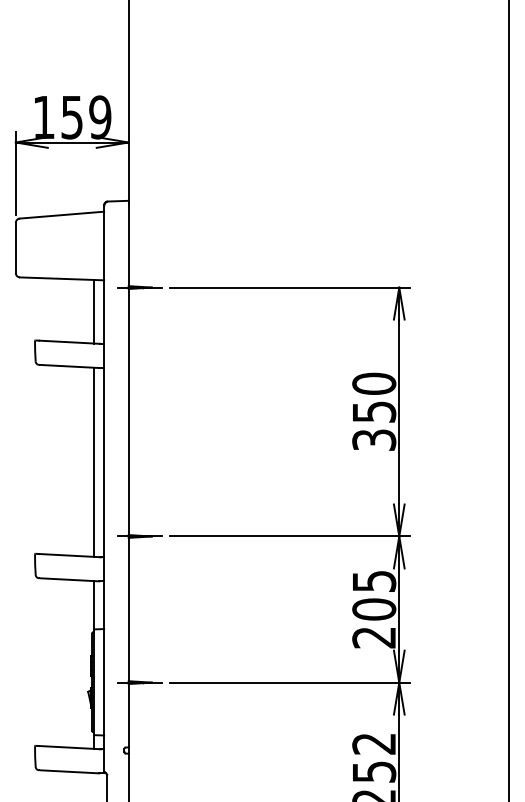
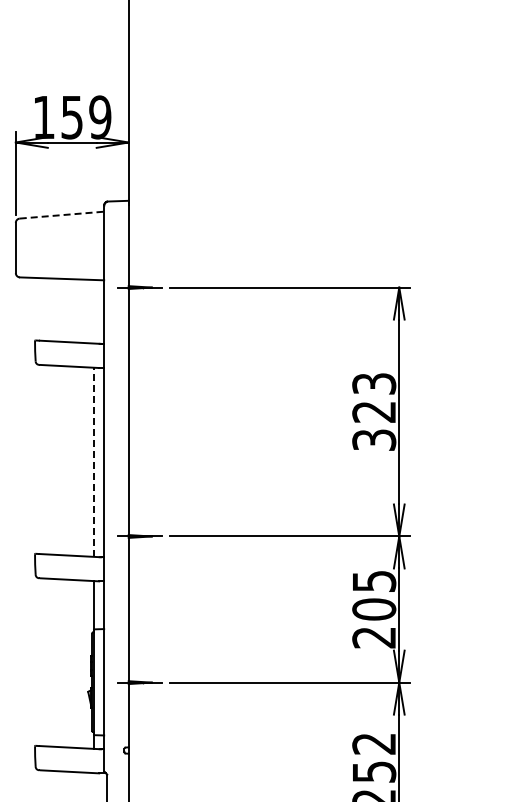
line at (62, 215): solid -> dashed
line at (93, 311): present -> none
text at (374, 397): 350 -> 323
line at (509, 400): present -> none
line at (93, 462): solid -> dashed
